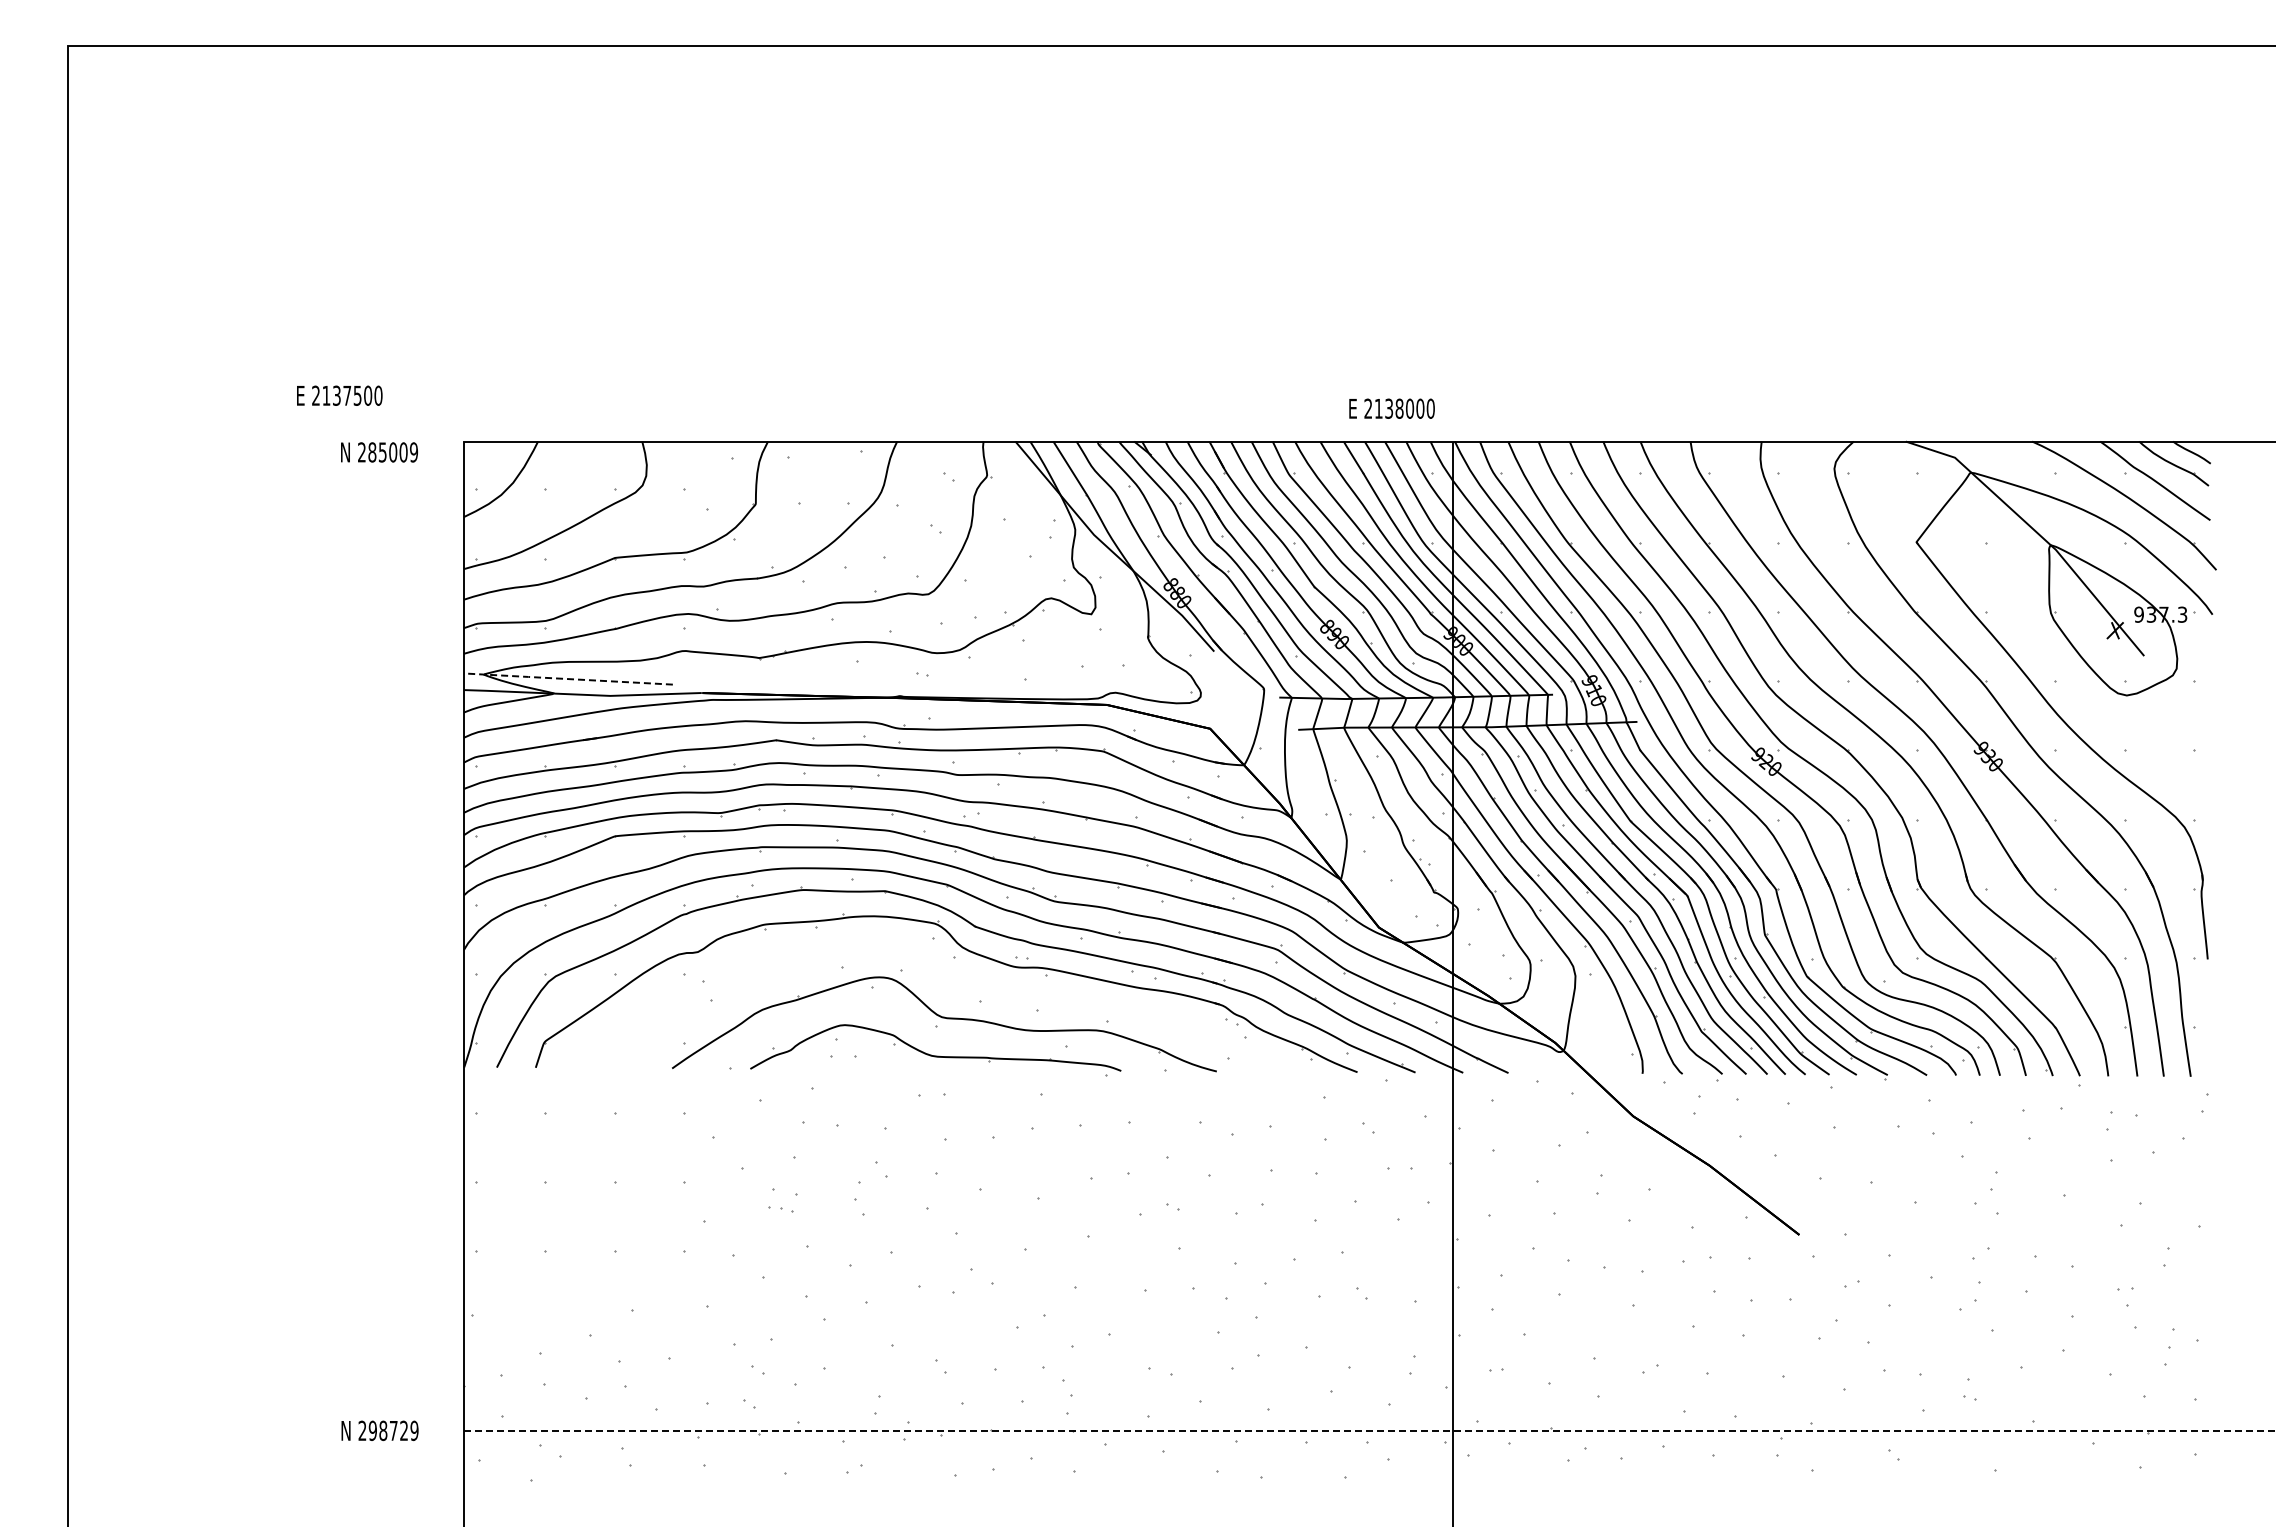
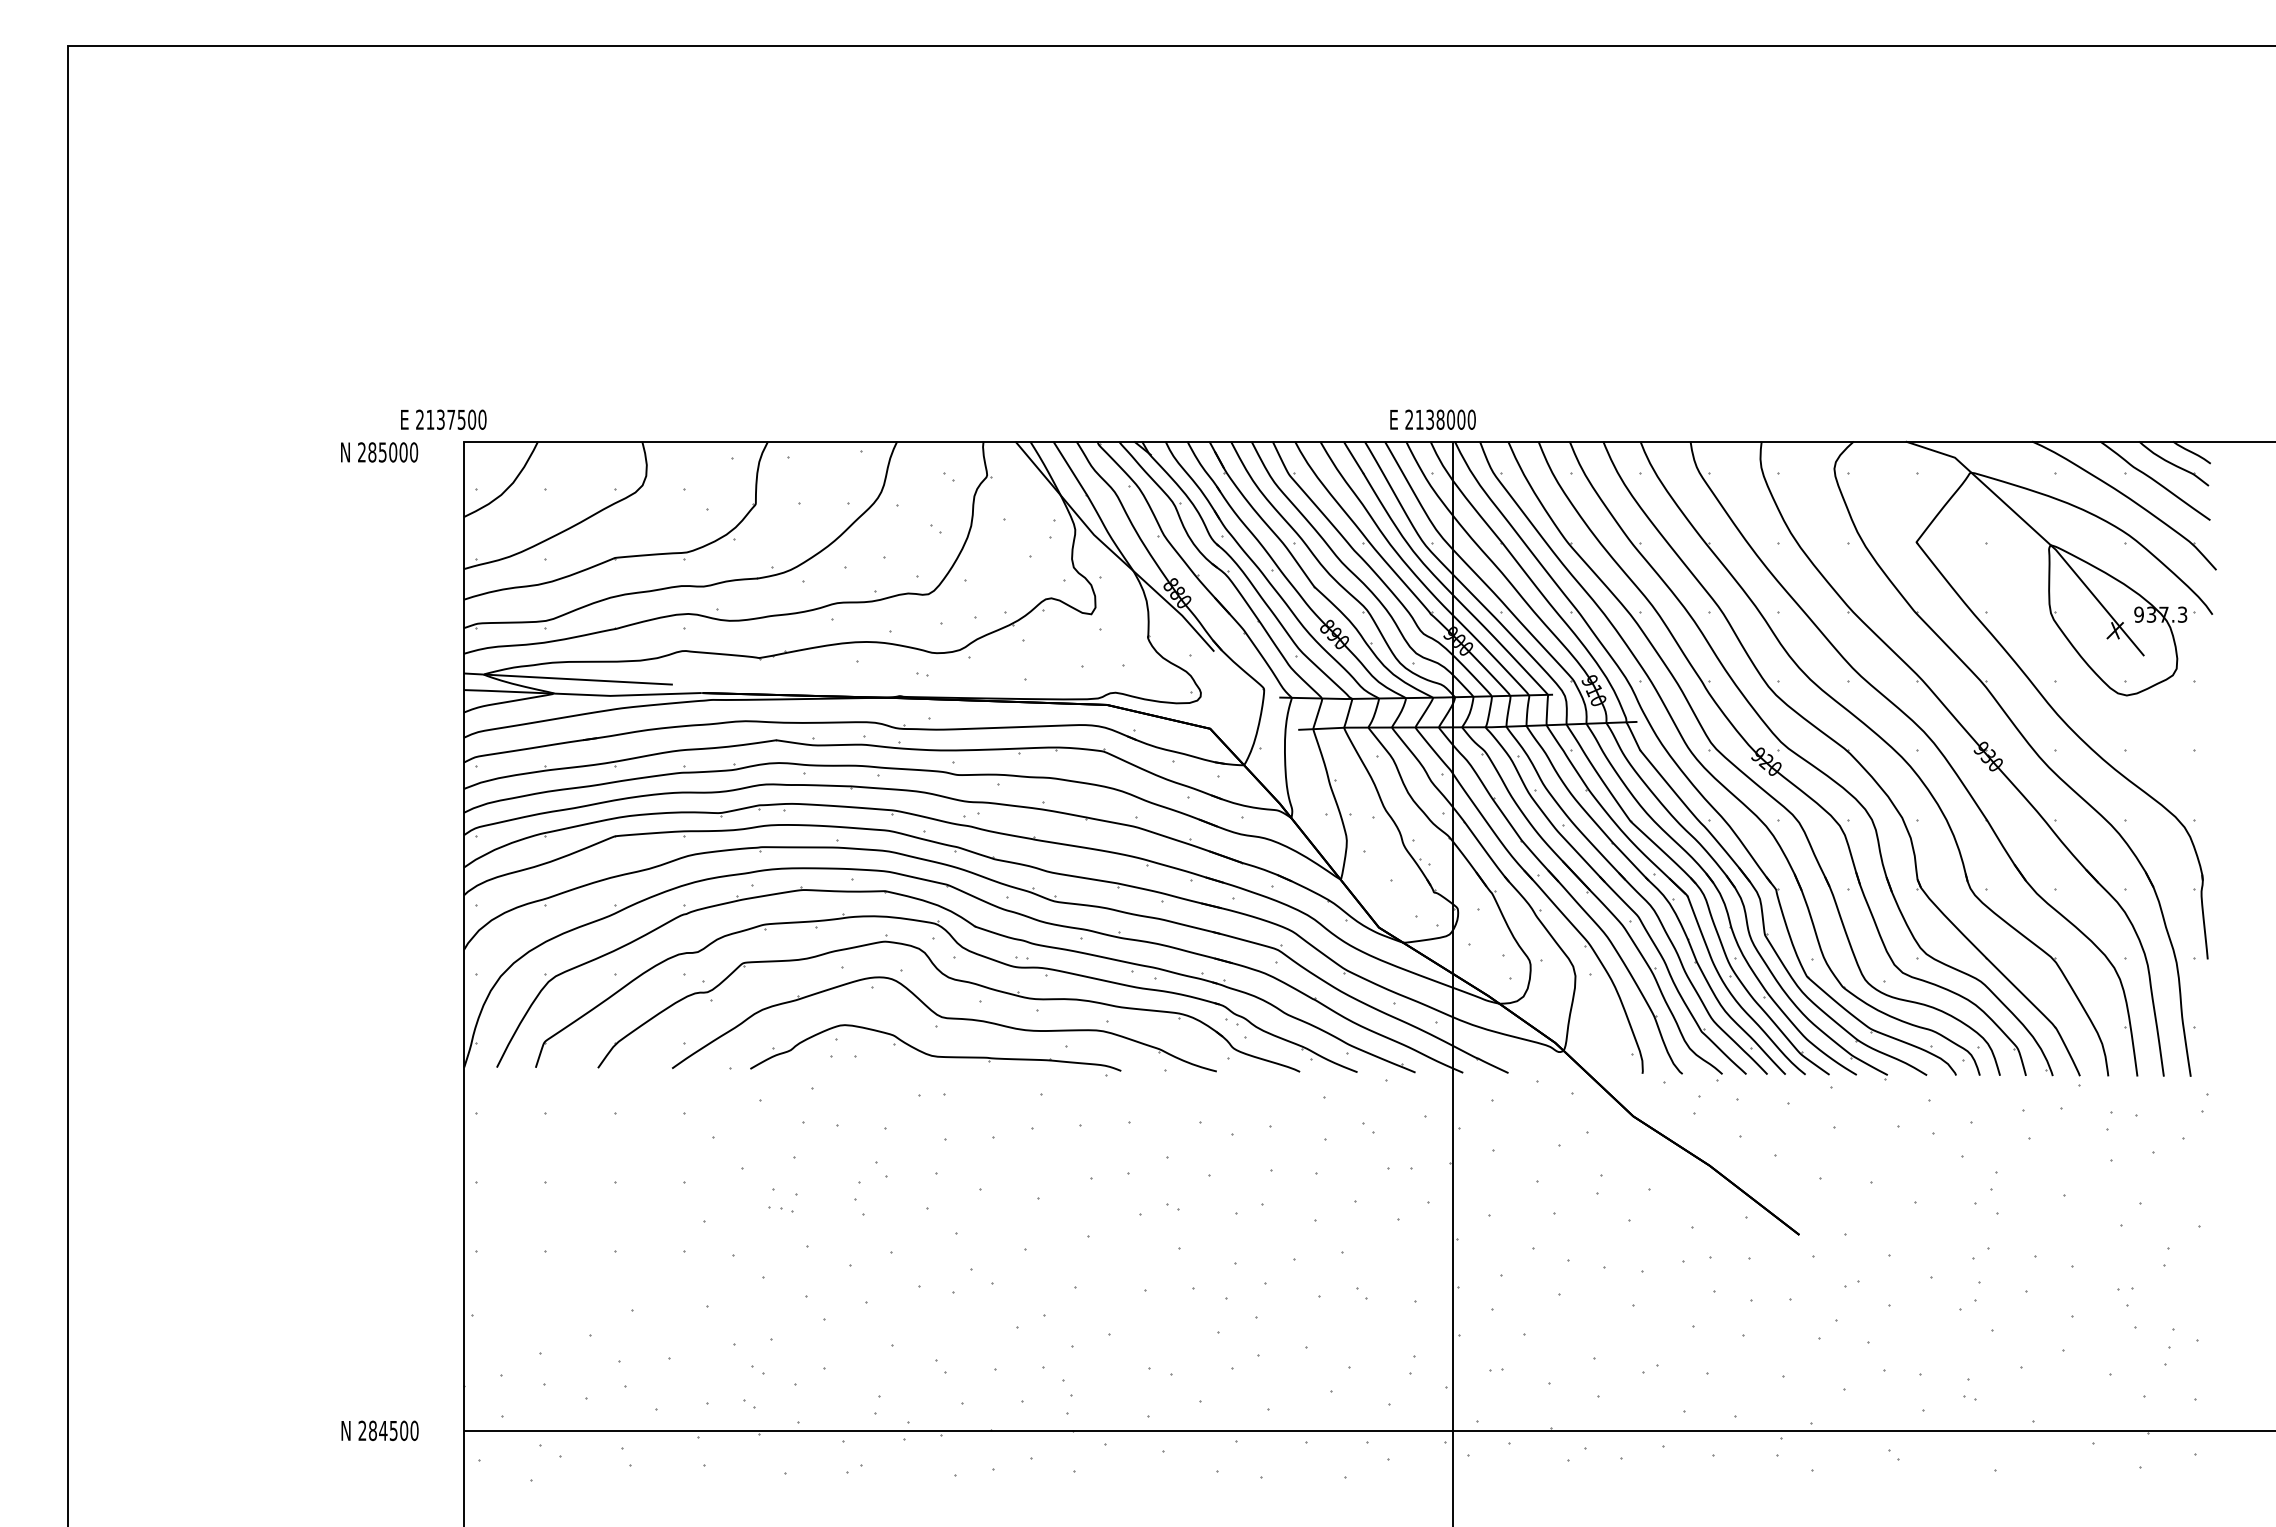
text at (339, 395) position: (339, 395) -> (443, 419)
text at (1391, 408) position: (1391, 408) -> (1432, 419)
text at (413, 452): 285009 -> 285000
line at (567, 679): dashed -> solid
part at (953, 980): none -> present
text at (393, 1430): 298729 -> 284500
line at (1369, 1430): dashed -> solid
